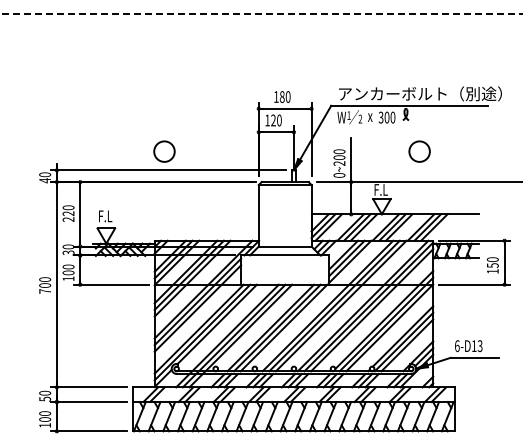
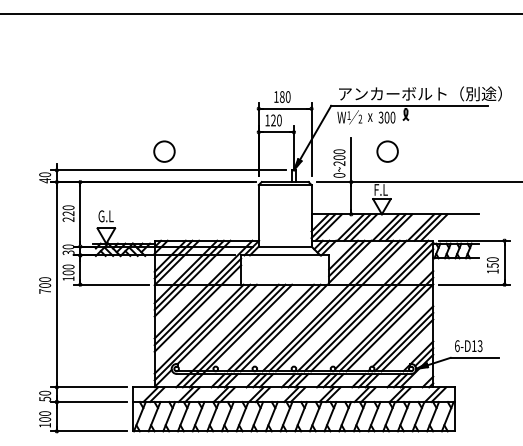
line at (261, 13): dashed -> solid
circle at (419, 151) position: (419, 151) -> (387, 151)
text at (105, 216): F.L -> G.L
